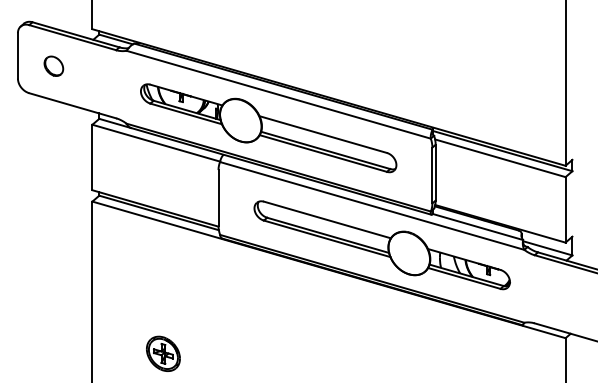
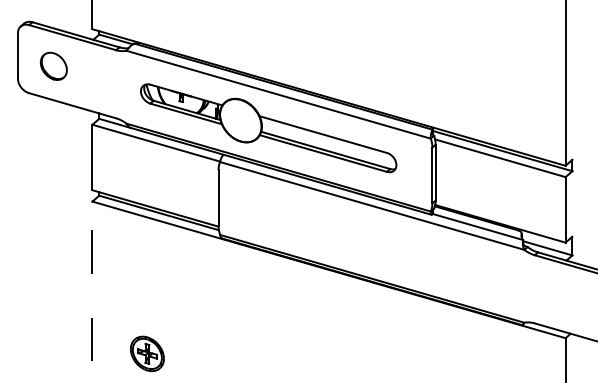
part at (53, 65) size: 22x22 px -> 29x30 px
part at (381, 245): present -> none
line at (92, 291): solid -> dashed
part at (163, 353) position: (163, 353) -> (147, 353)
